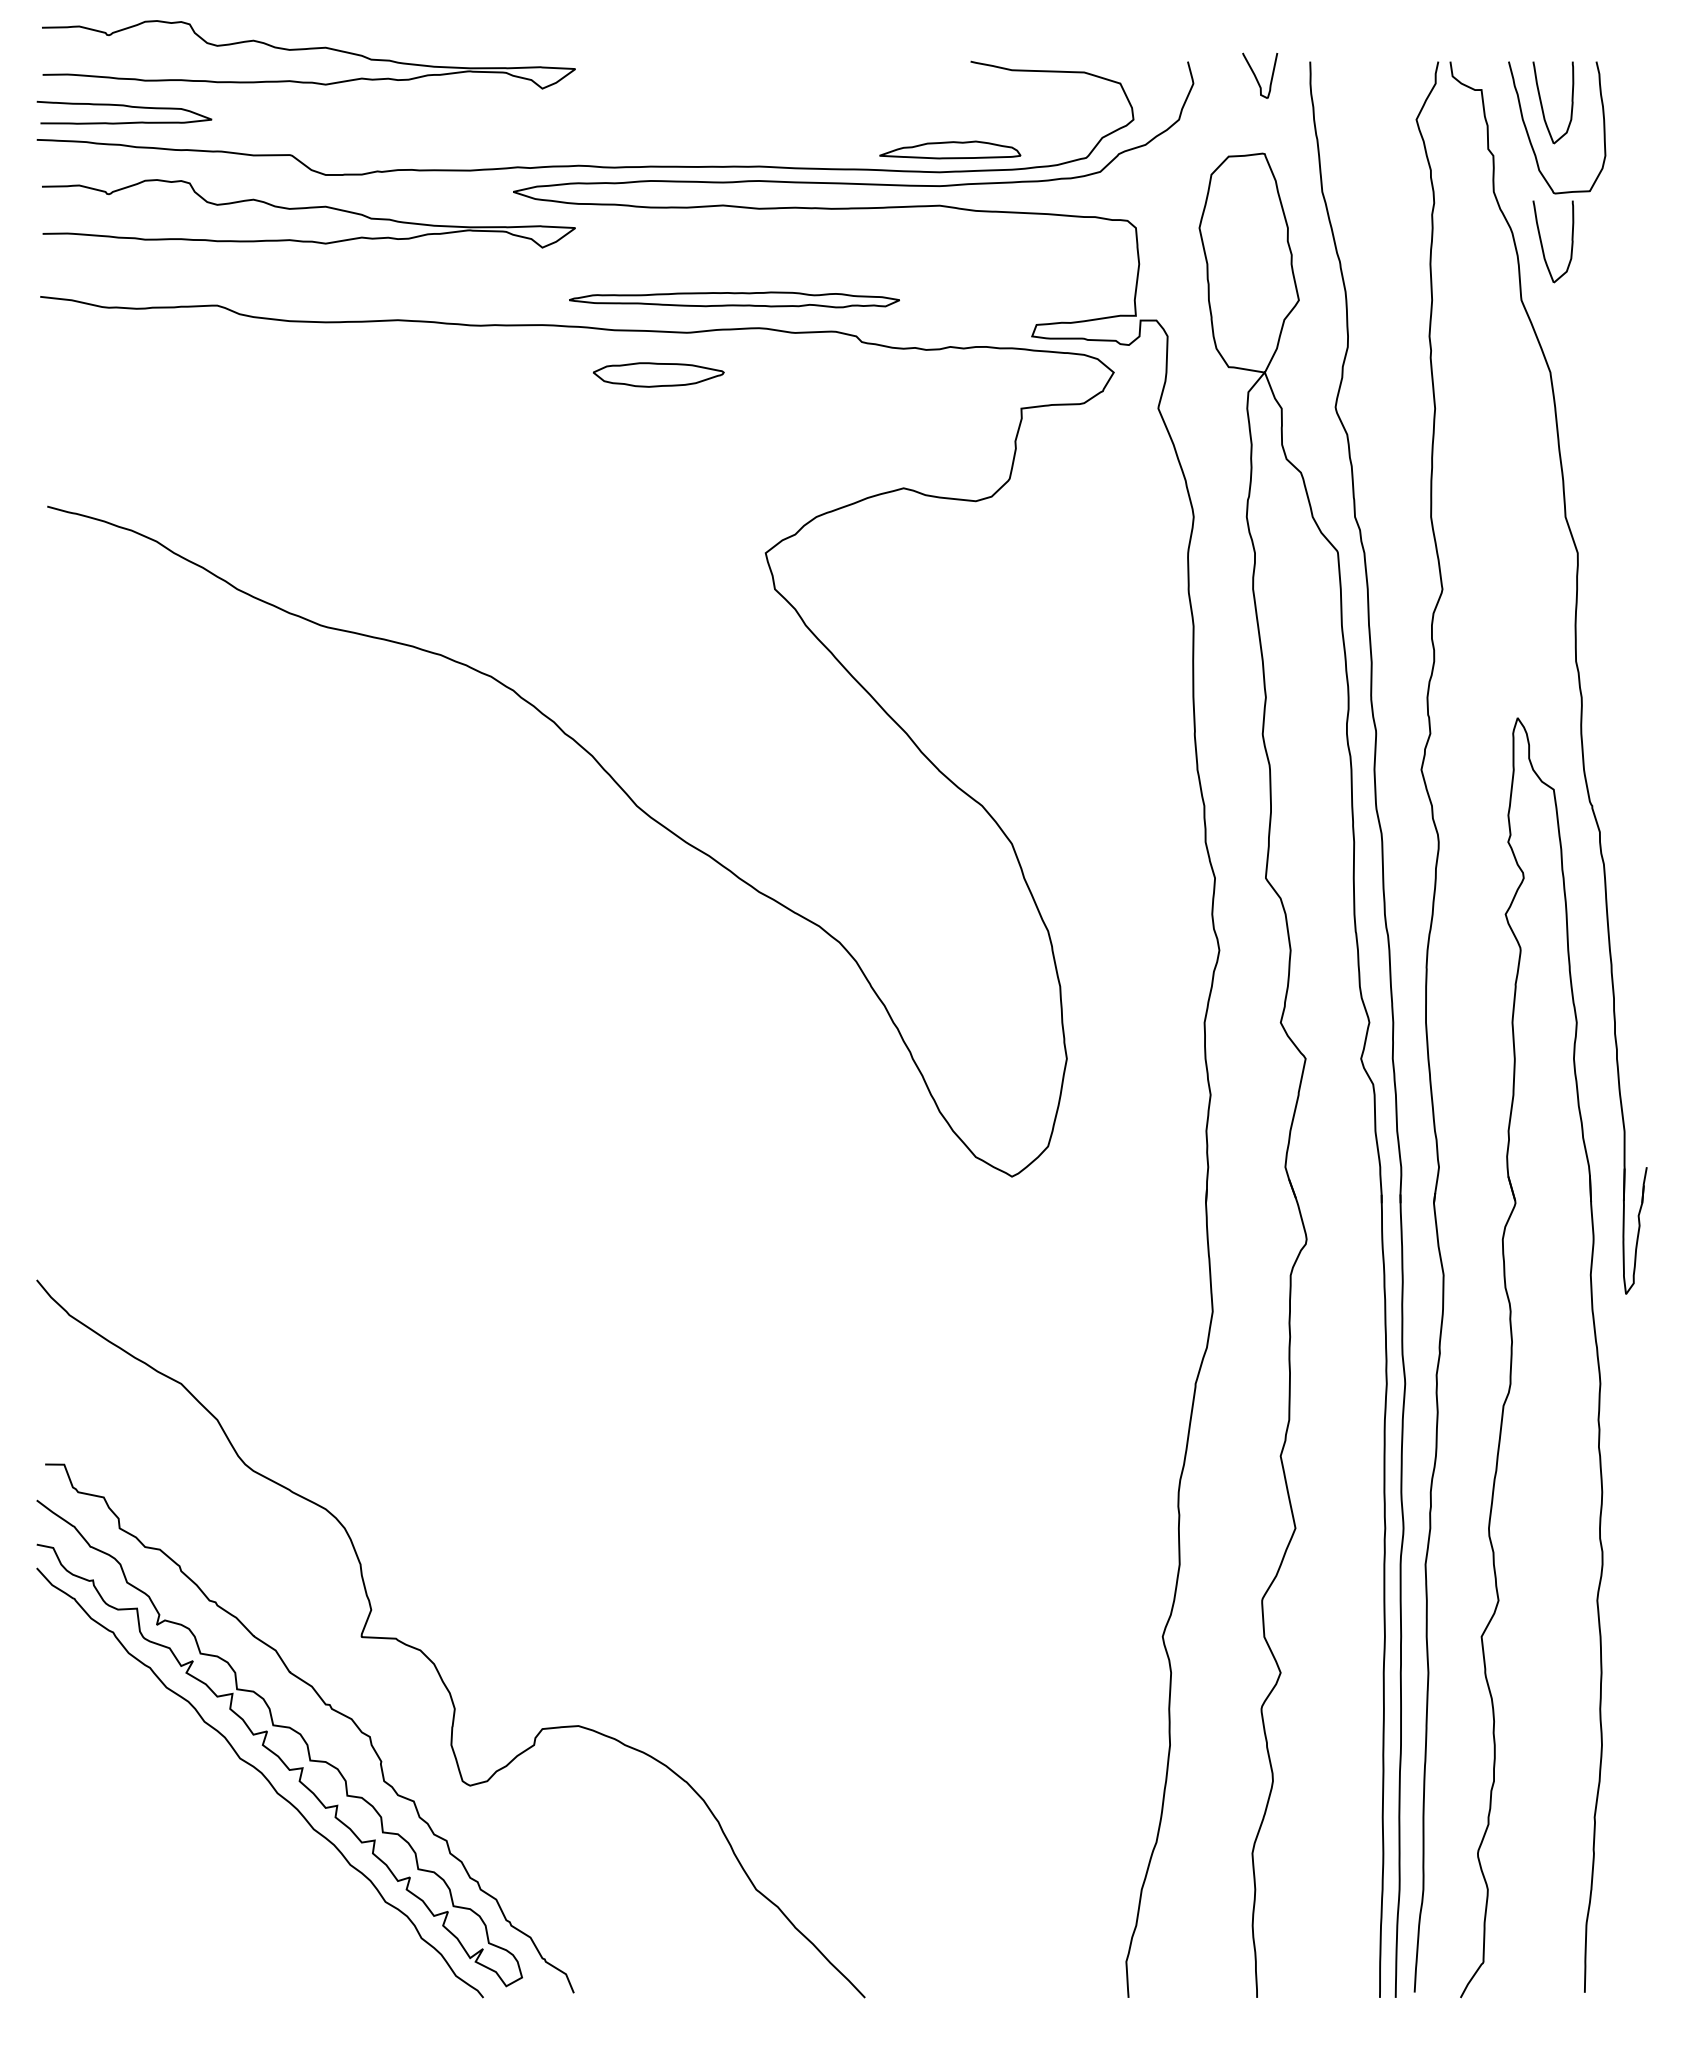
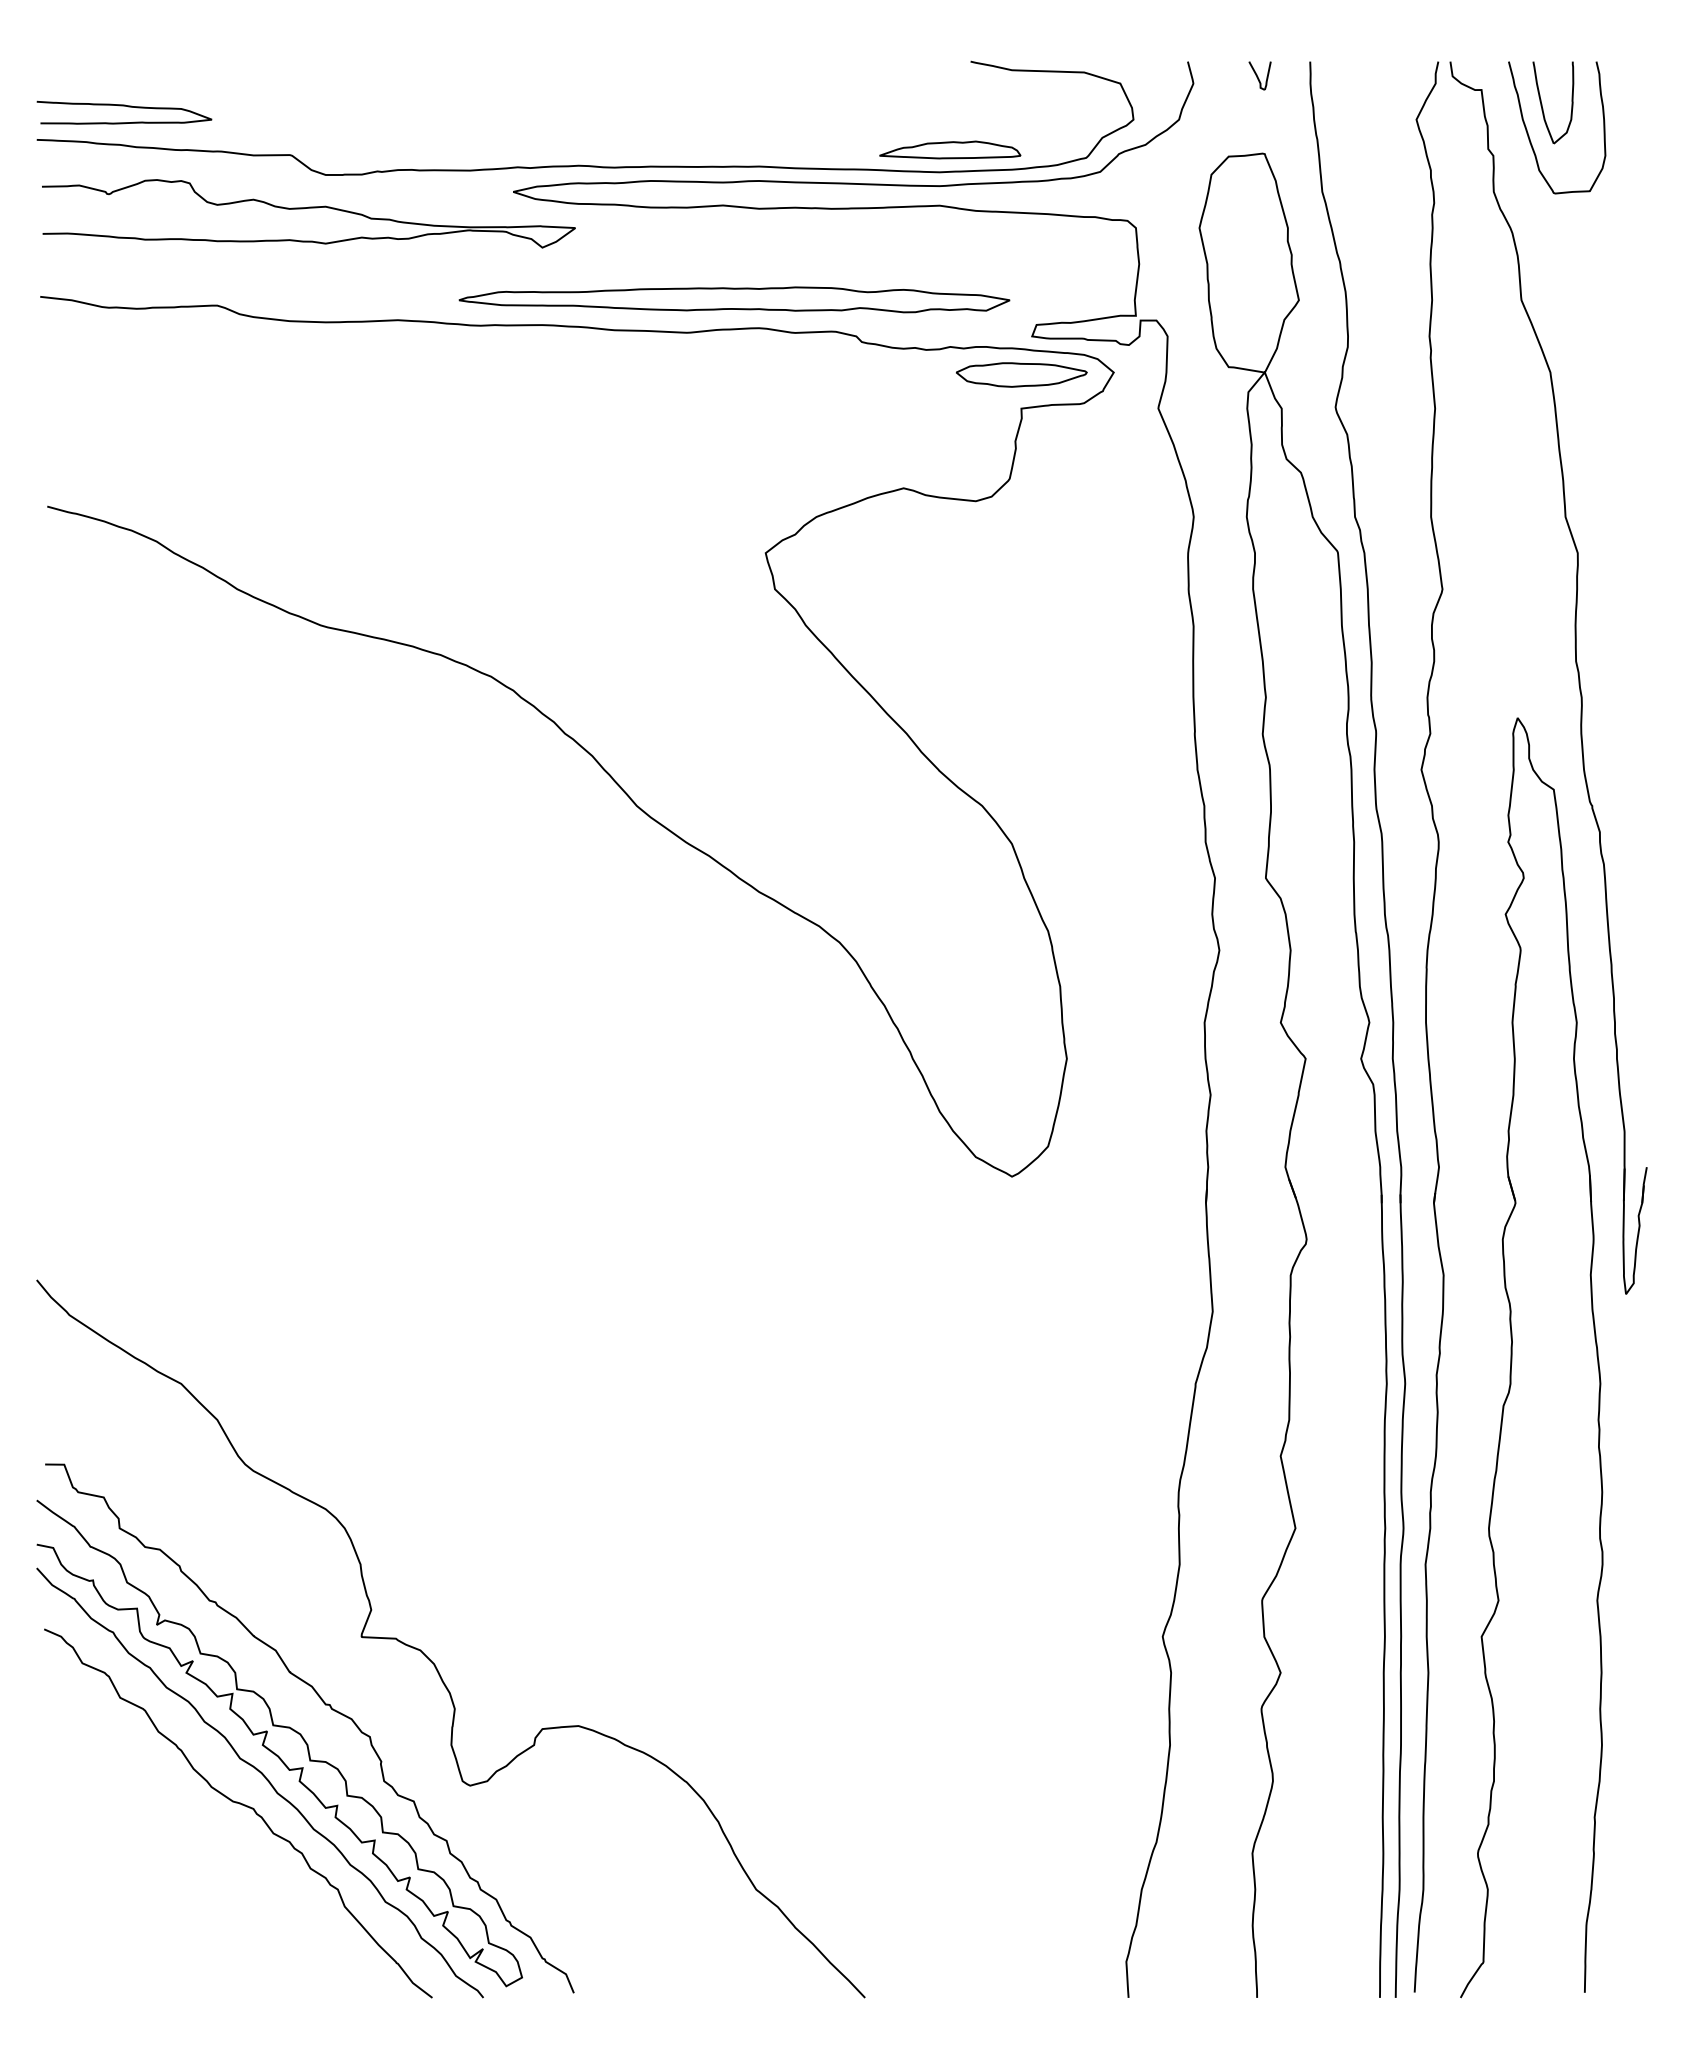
curve at (308, 49): present -> none
part at (1260, 75) size: 37x47 px -> 24x30 px
part at (1542, 242): present -> none
part at (734, 299) size: 331x18 px -> 553x28 px
part at (658, 374) position: (658, 374) -> (1021, 374)
curve at (242, 1805): none -> present
